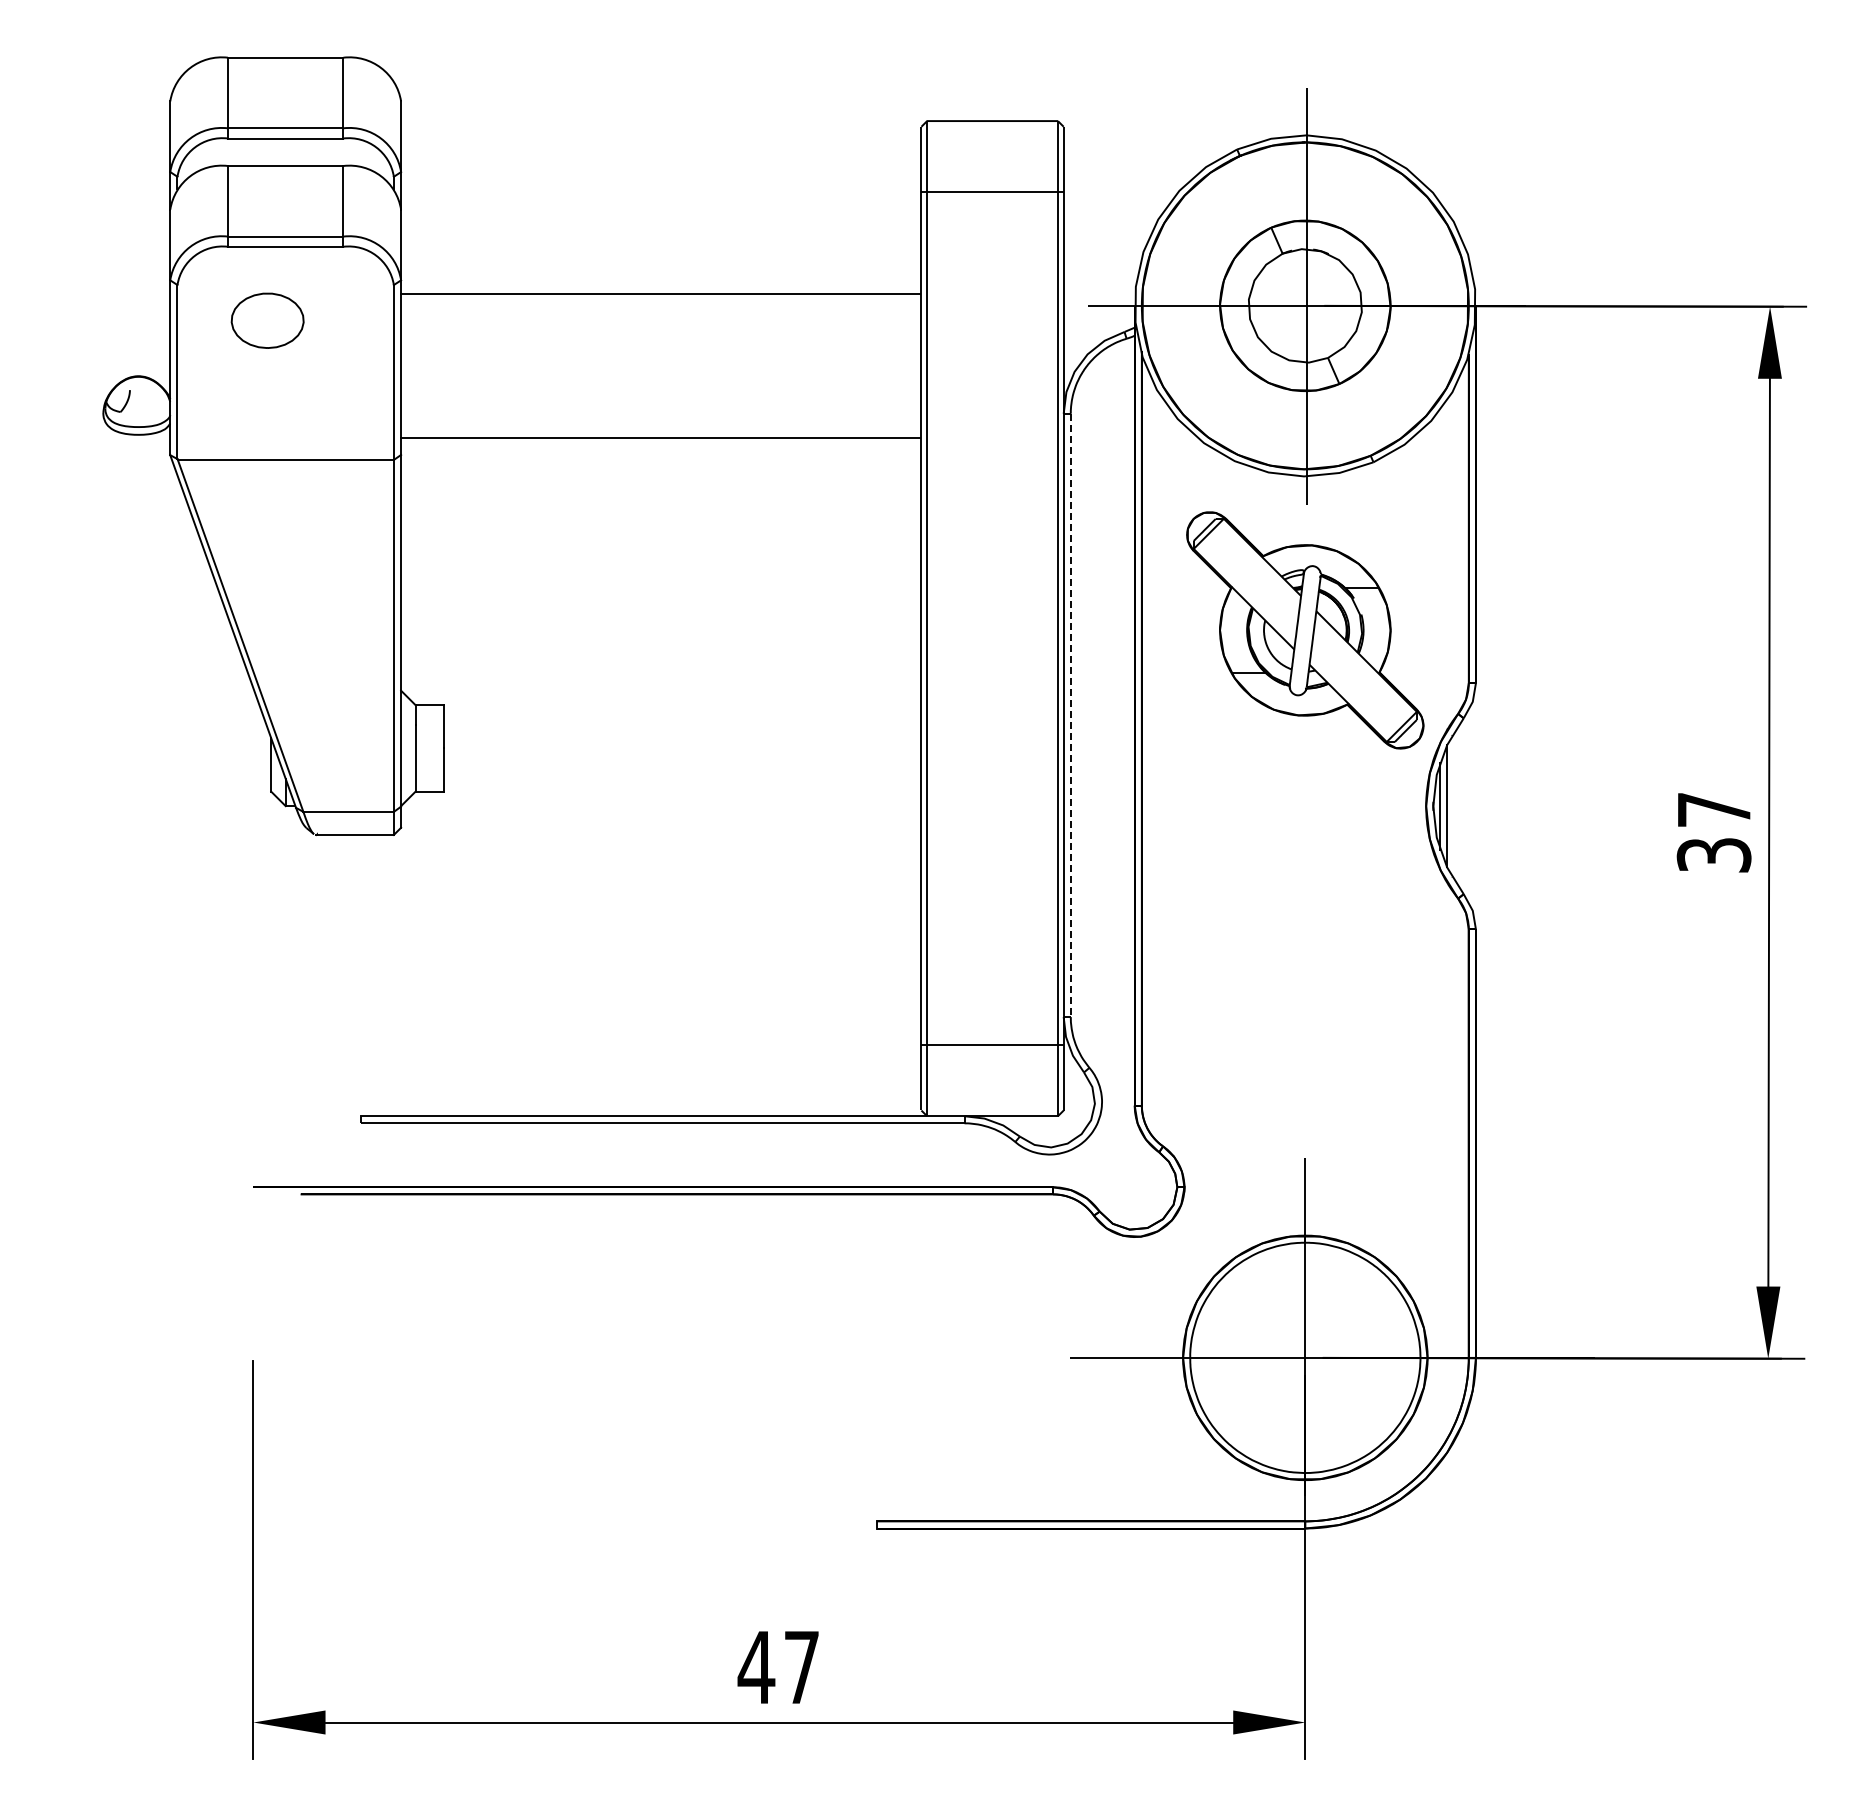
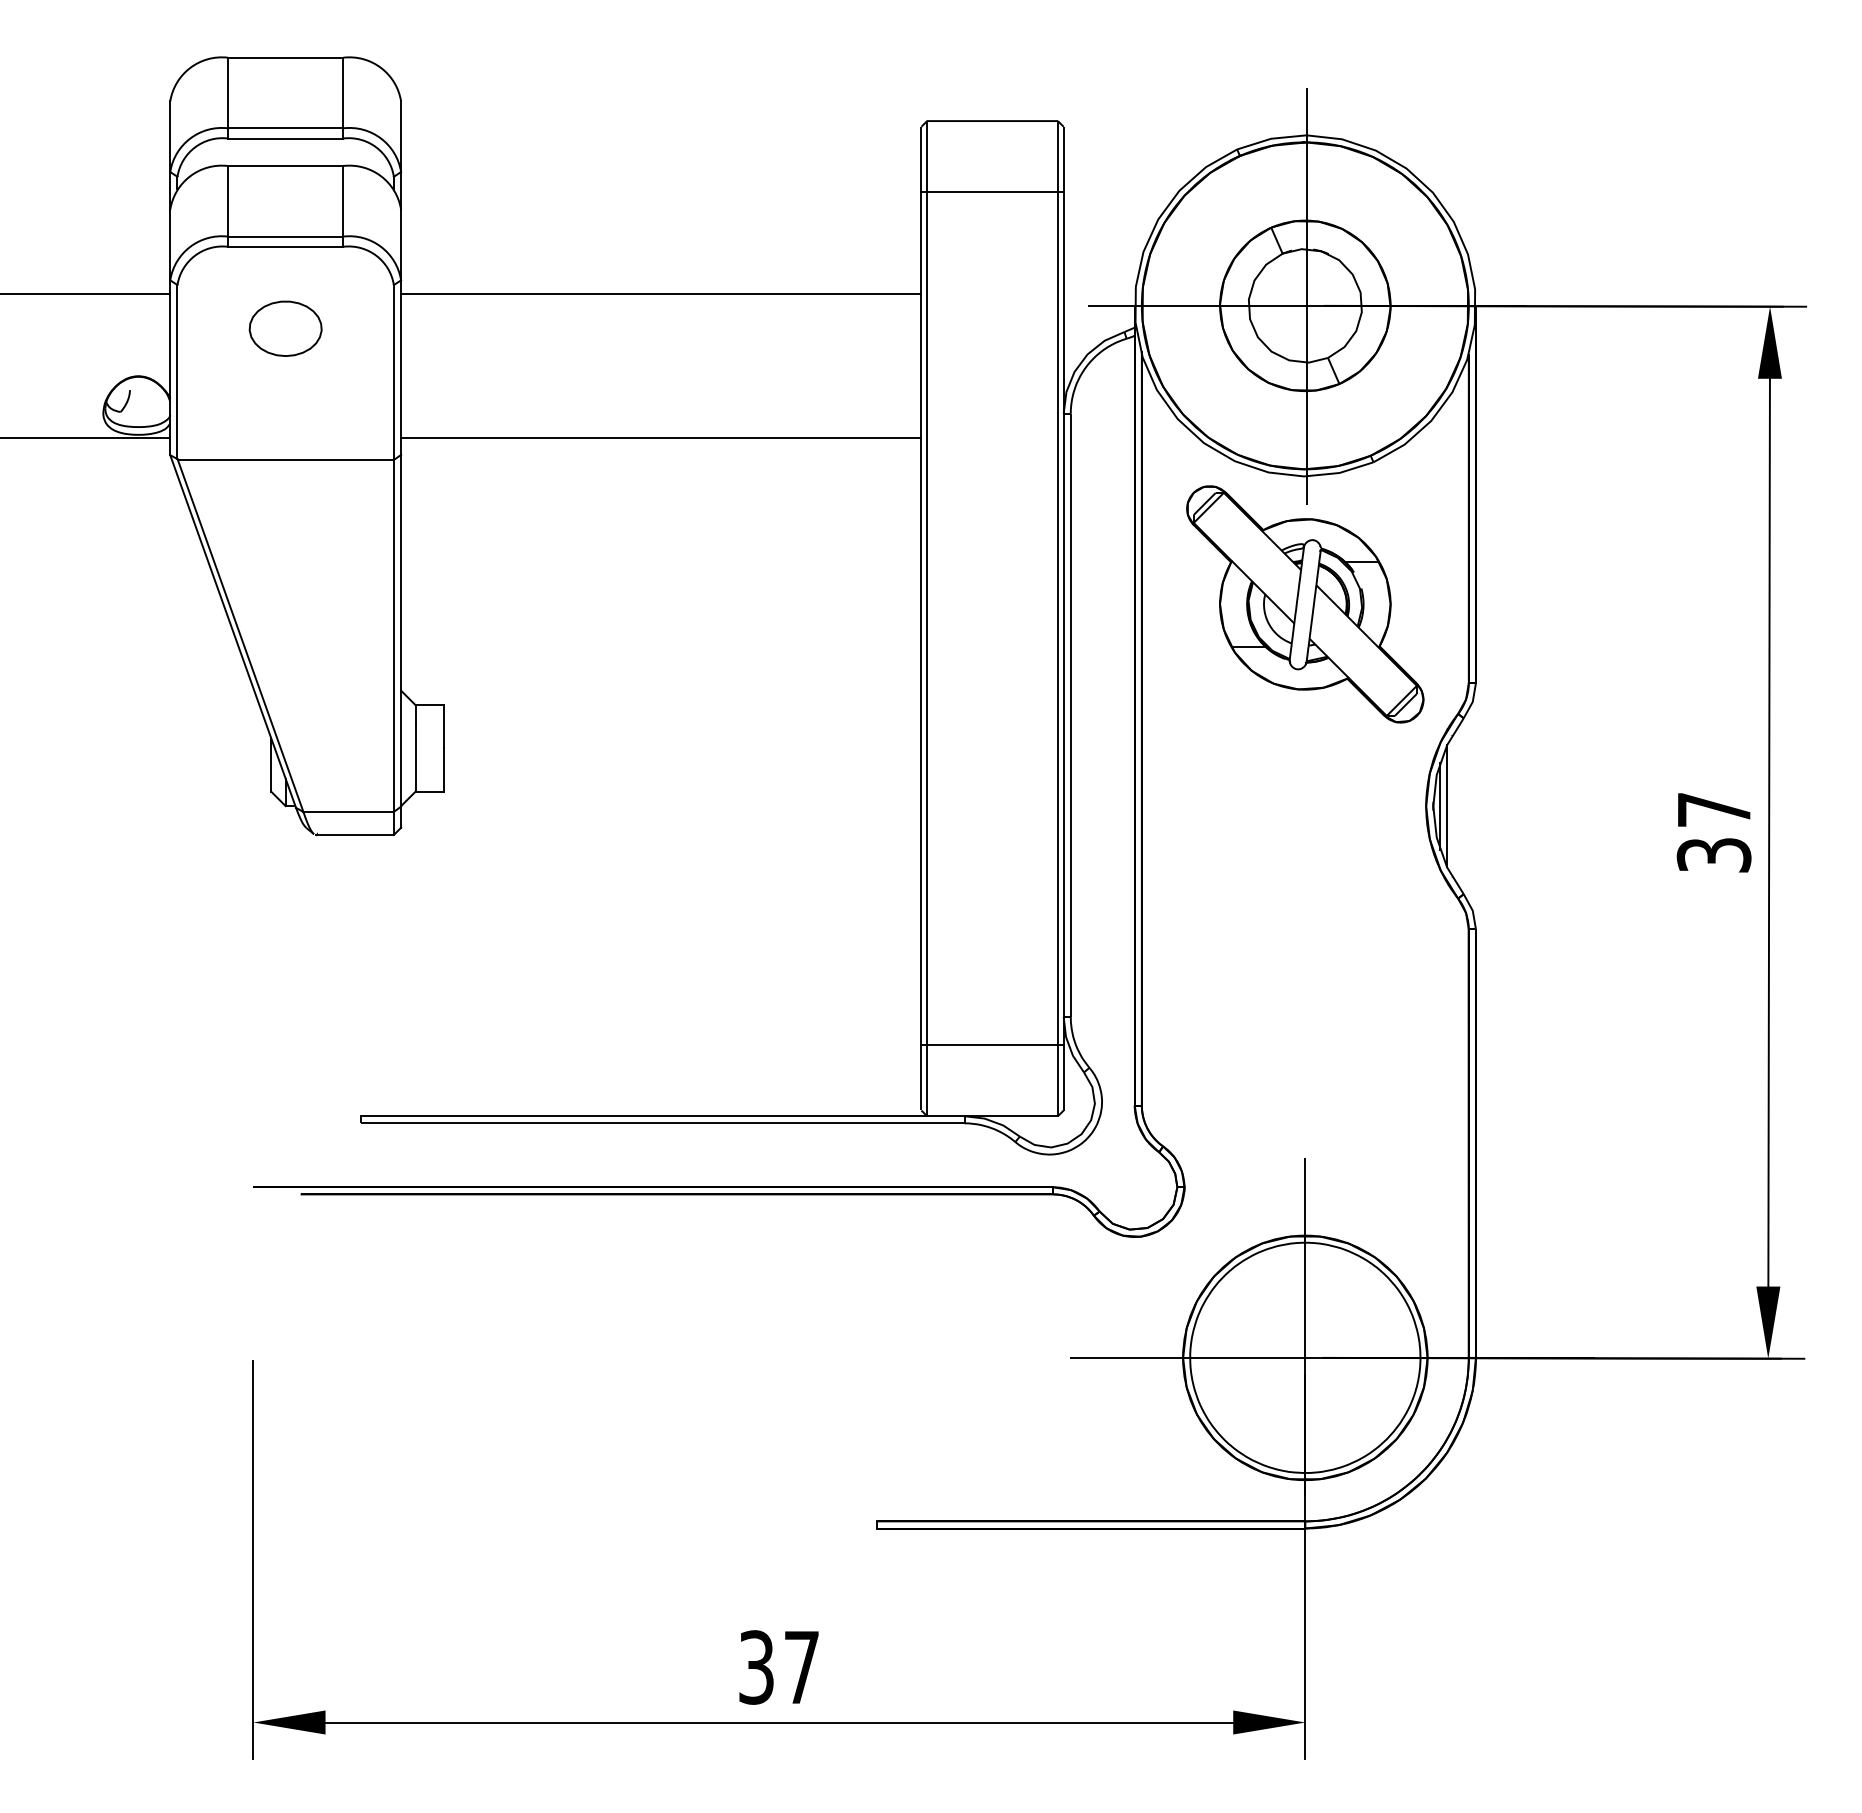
line at (86, 293): none -> present
part at (267, 320) position: (267, 320) -> (285, 328)
line at (86, 437): none -> present
part at (1305, 630) position: (1305, 630) -> (1305, 604)
line at (1070, 715): dashed -> solid
text at (756, 1667): 47 -> 37
